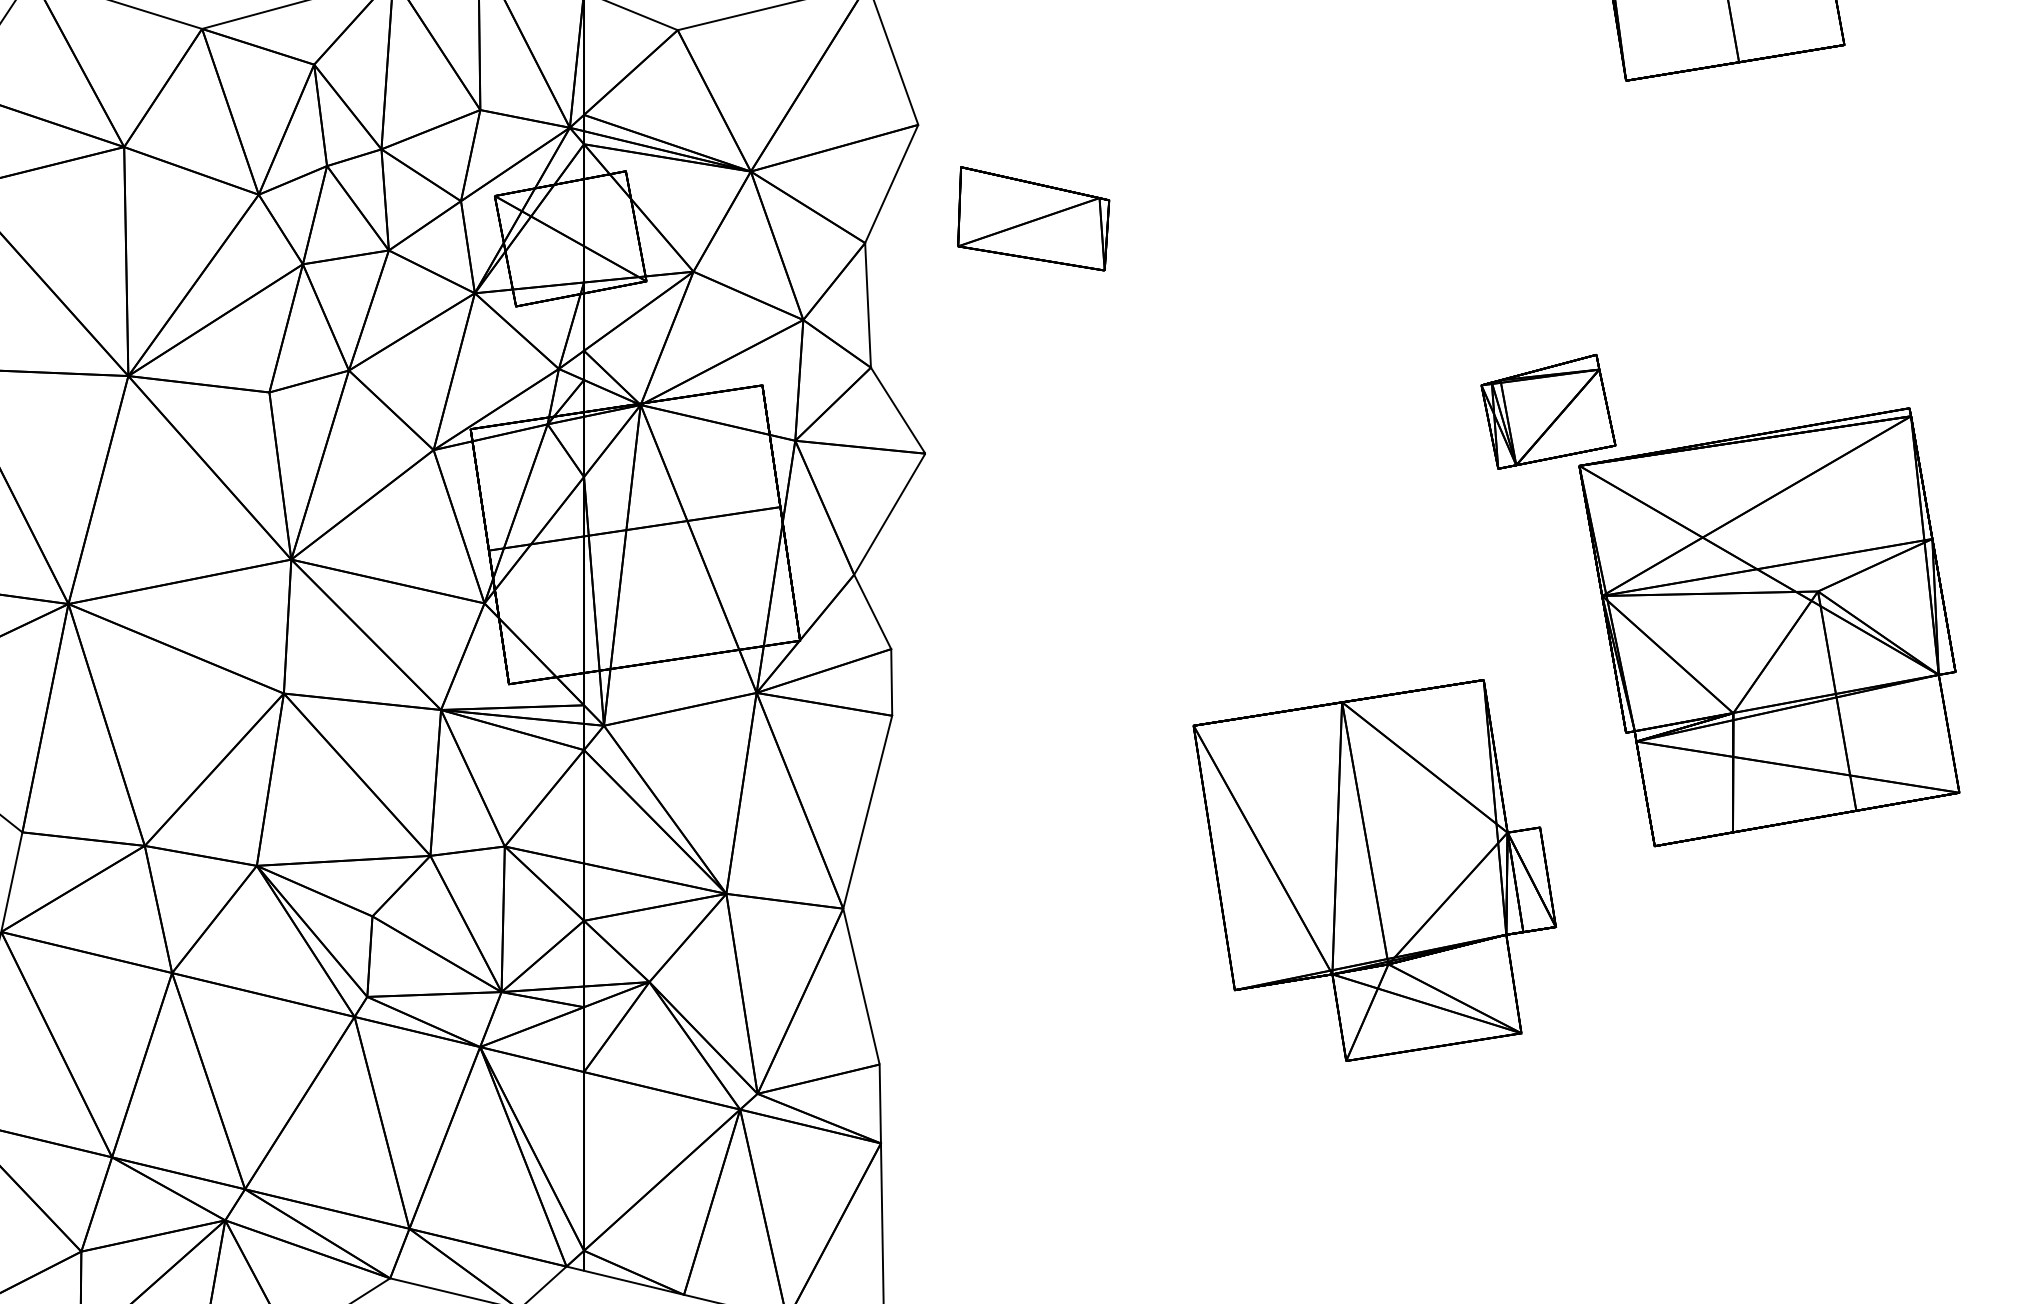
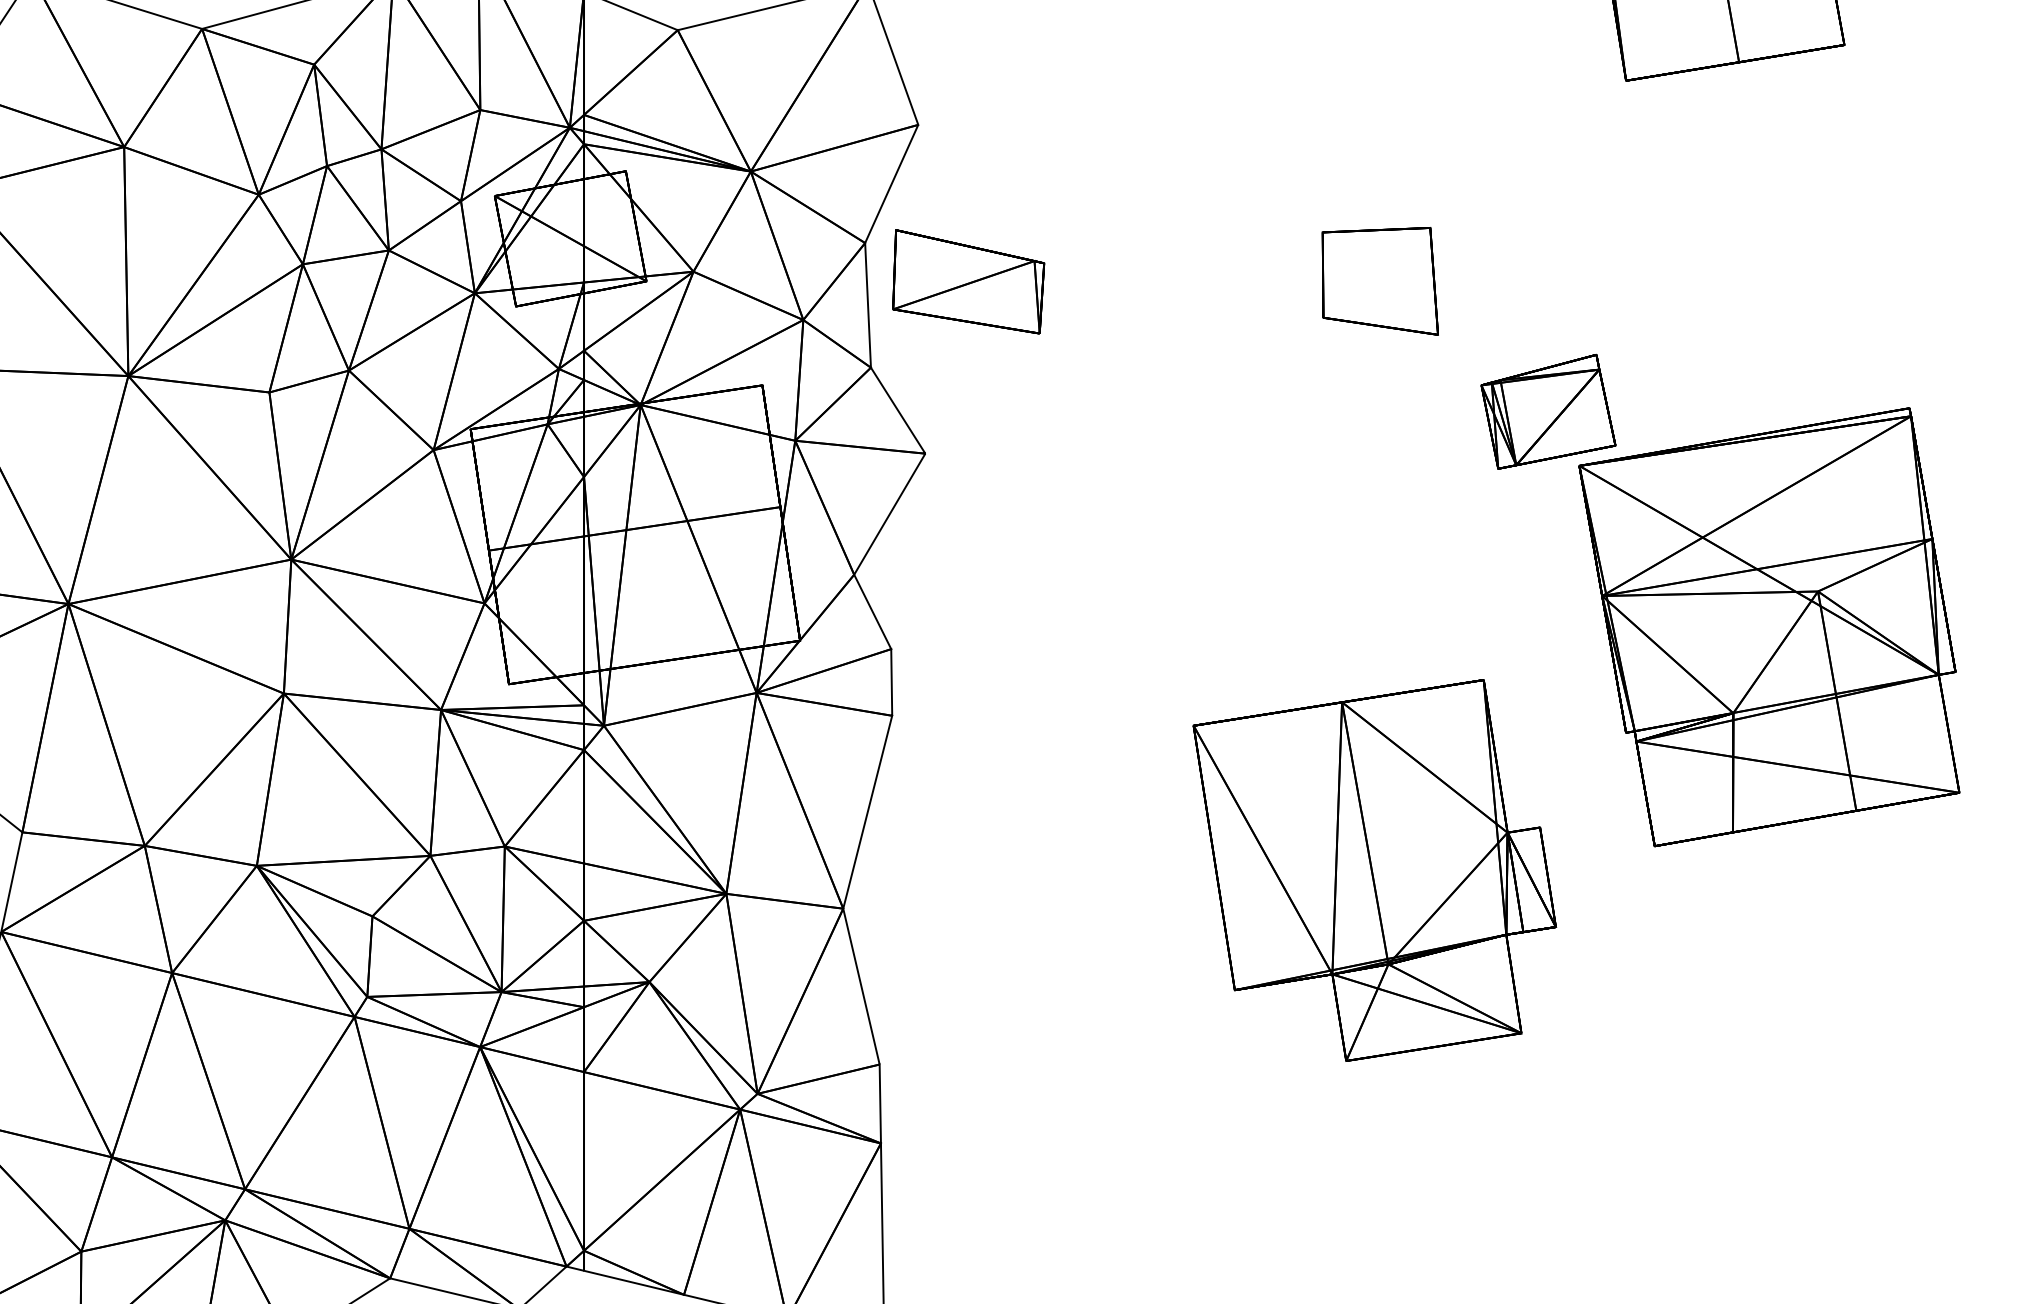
part at (1033, 218) position: (1033, 218) -> (968, 281)
part at (1379, 281): none -> present
